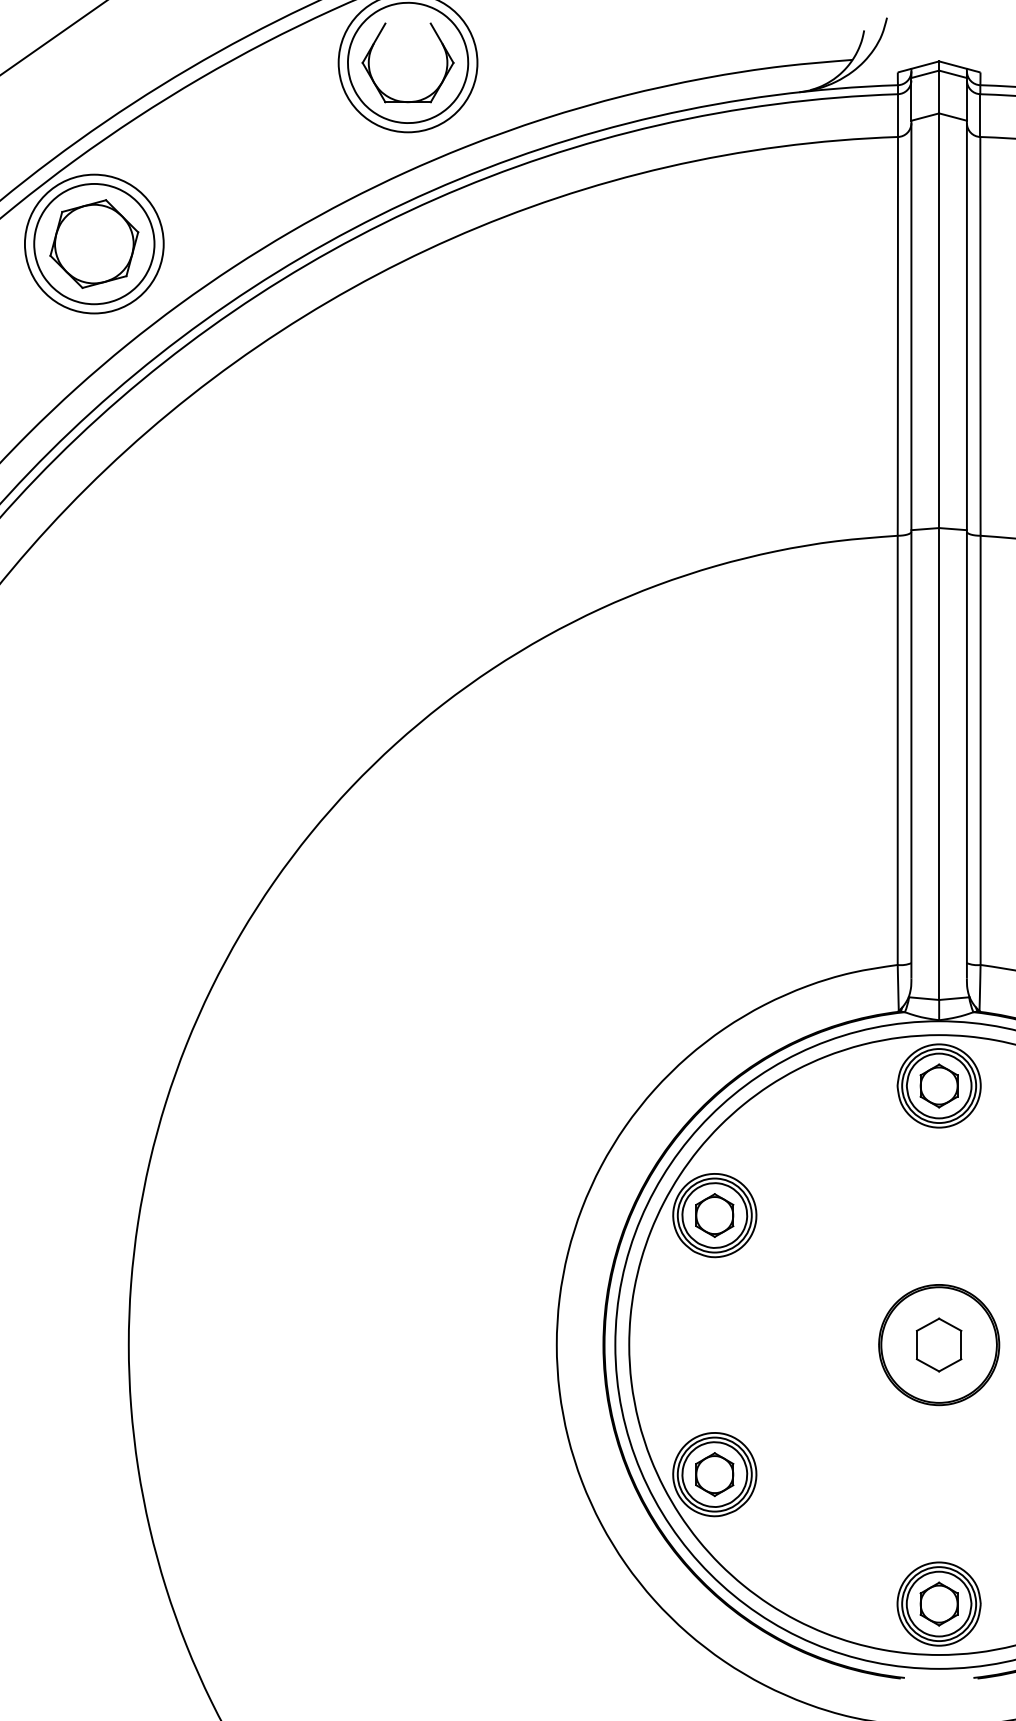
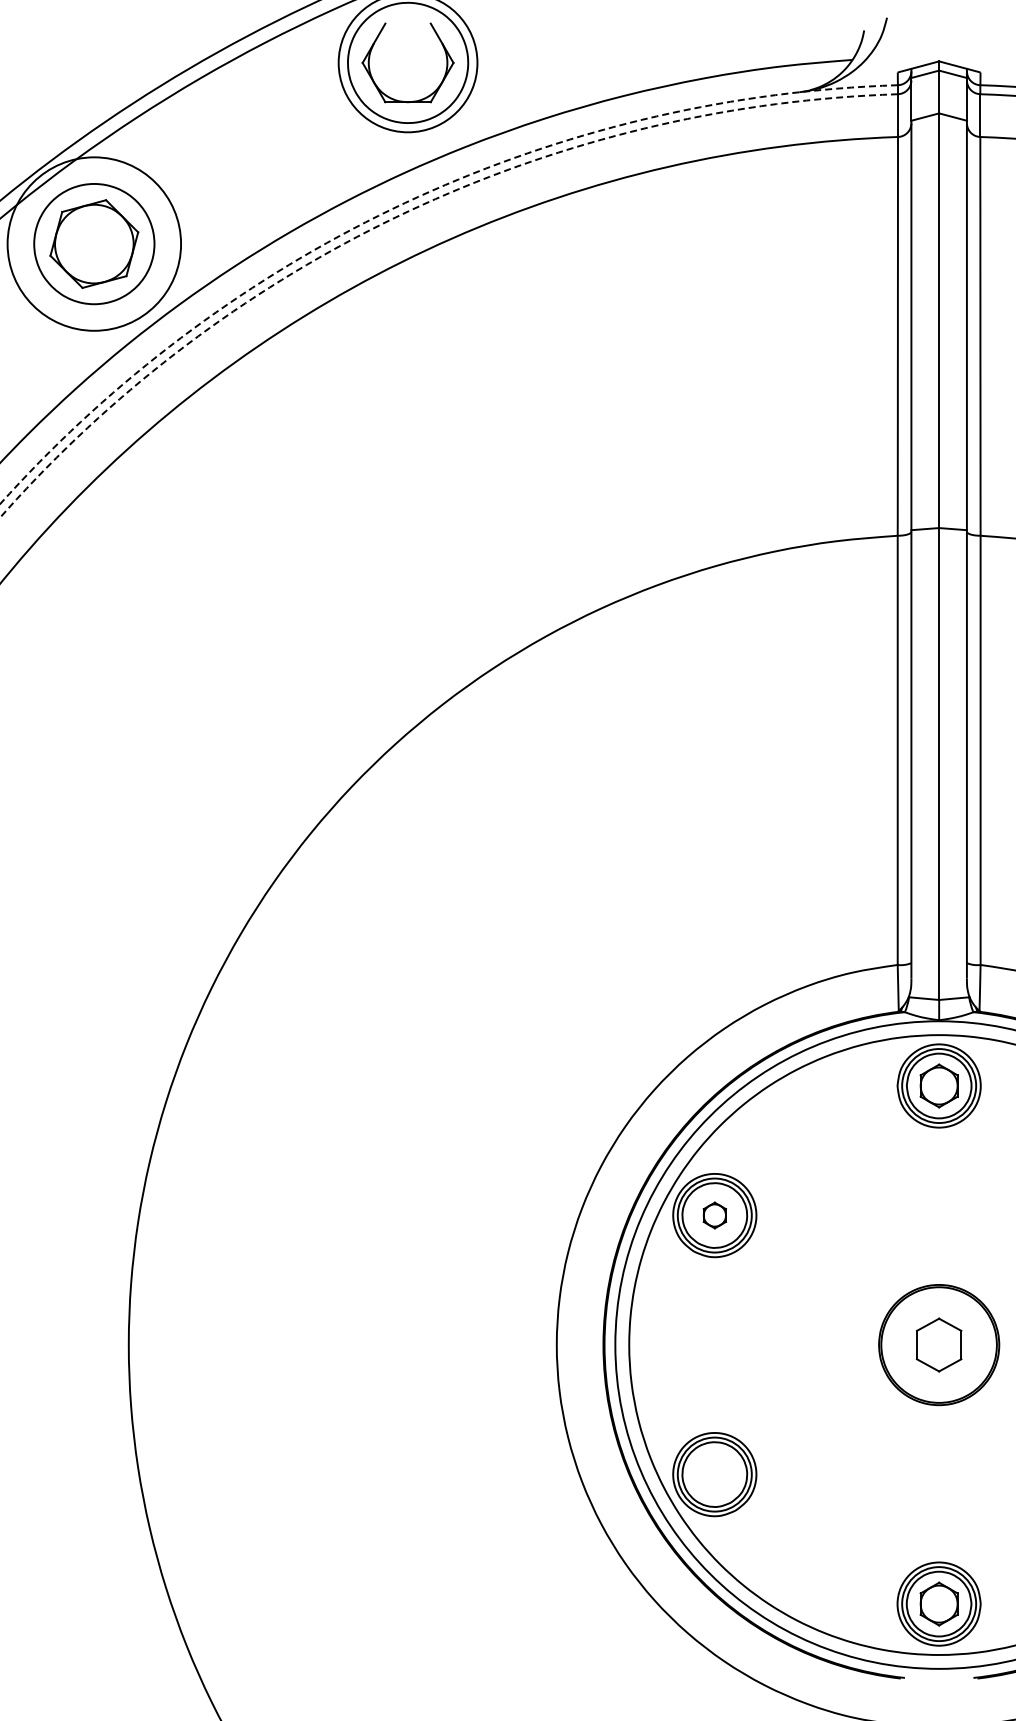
line at (53, 38): present -> none
arc at (405, 203): solid -> dashed
arc at (407, 211): solid -> dashed
circle at (93, 243) diameter: 139 px -> 173 px
part at (714, 1215) size: 40x45 px -> 25x29 px
part at (714, 1474): present -> none
